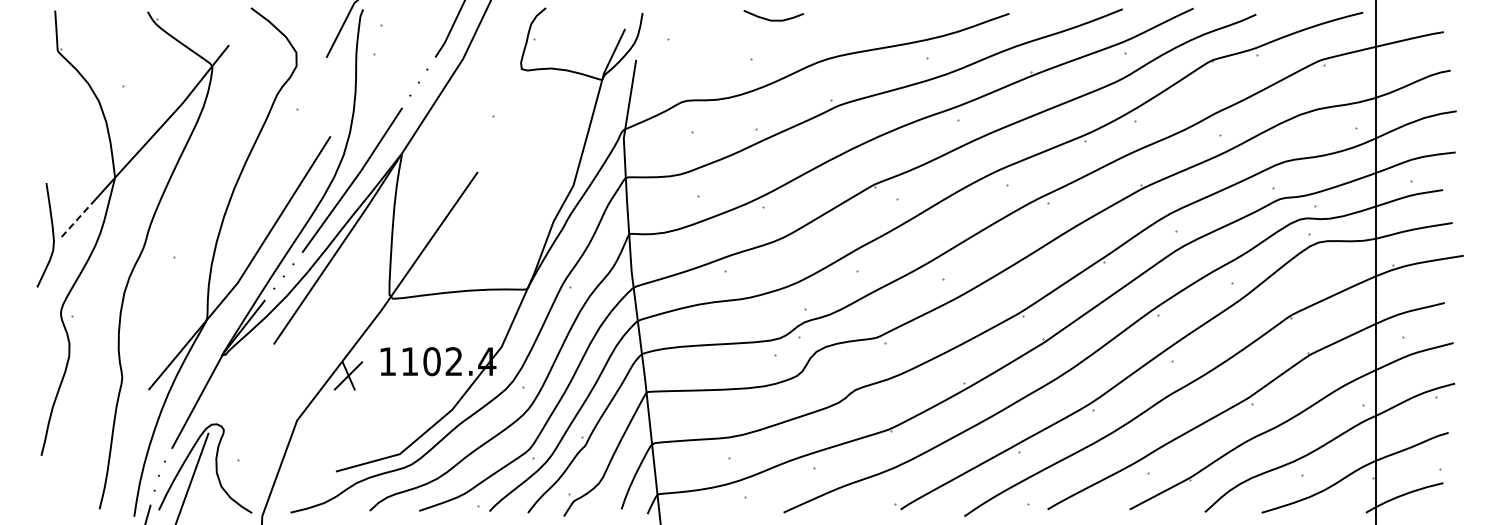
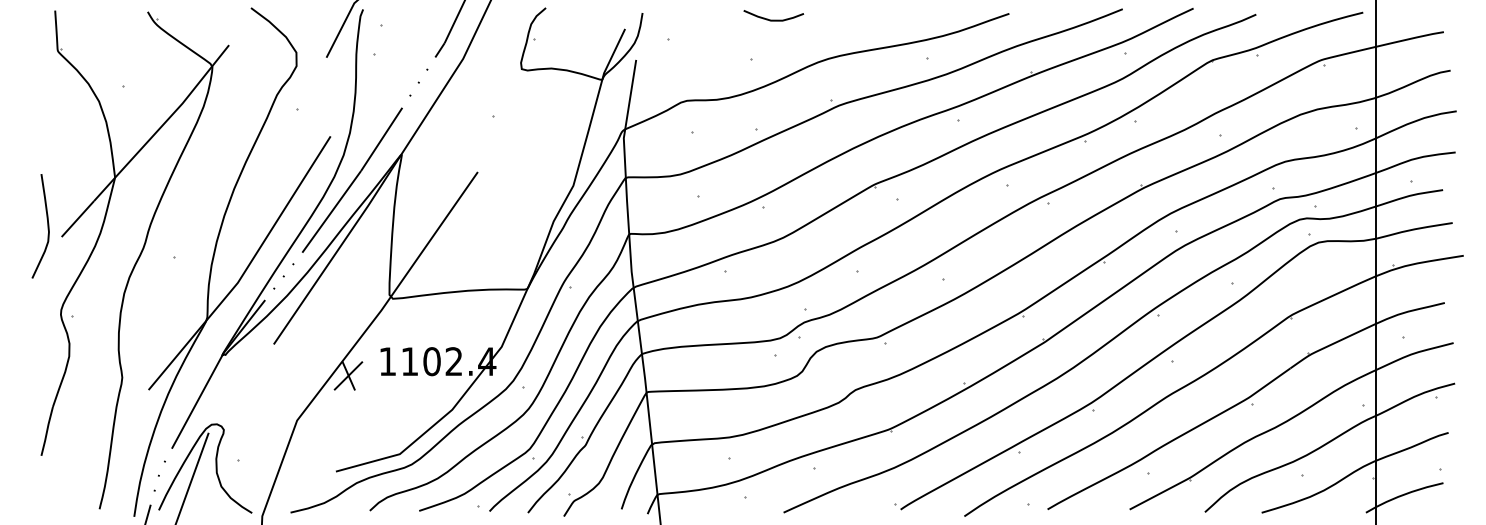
line at (78, 218): dashed -> solid
curve at (52, 235) position: (52, 235) -> (47, 226)
